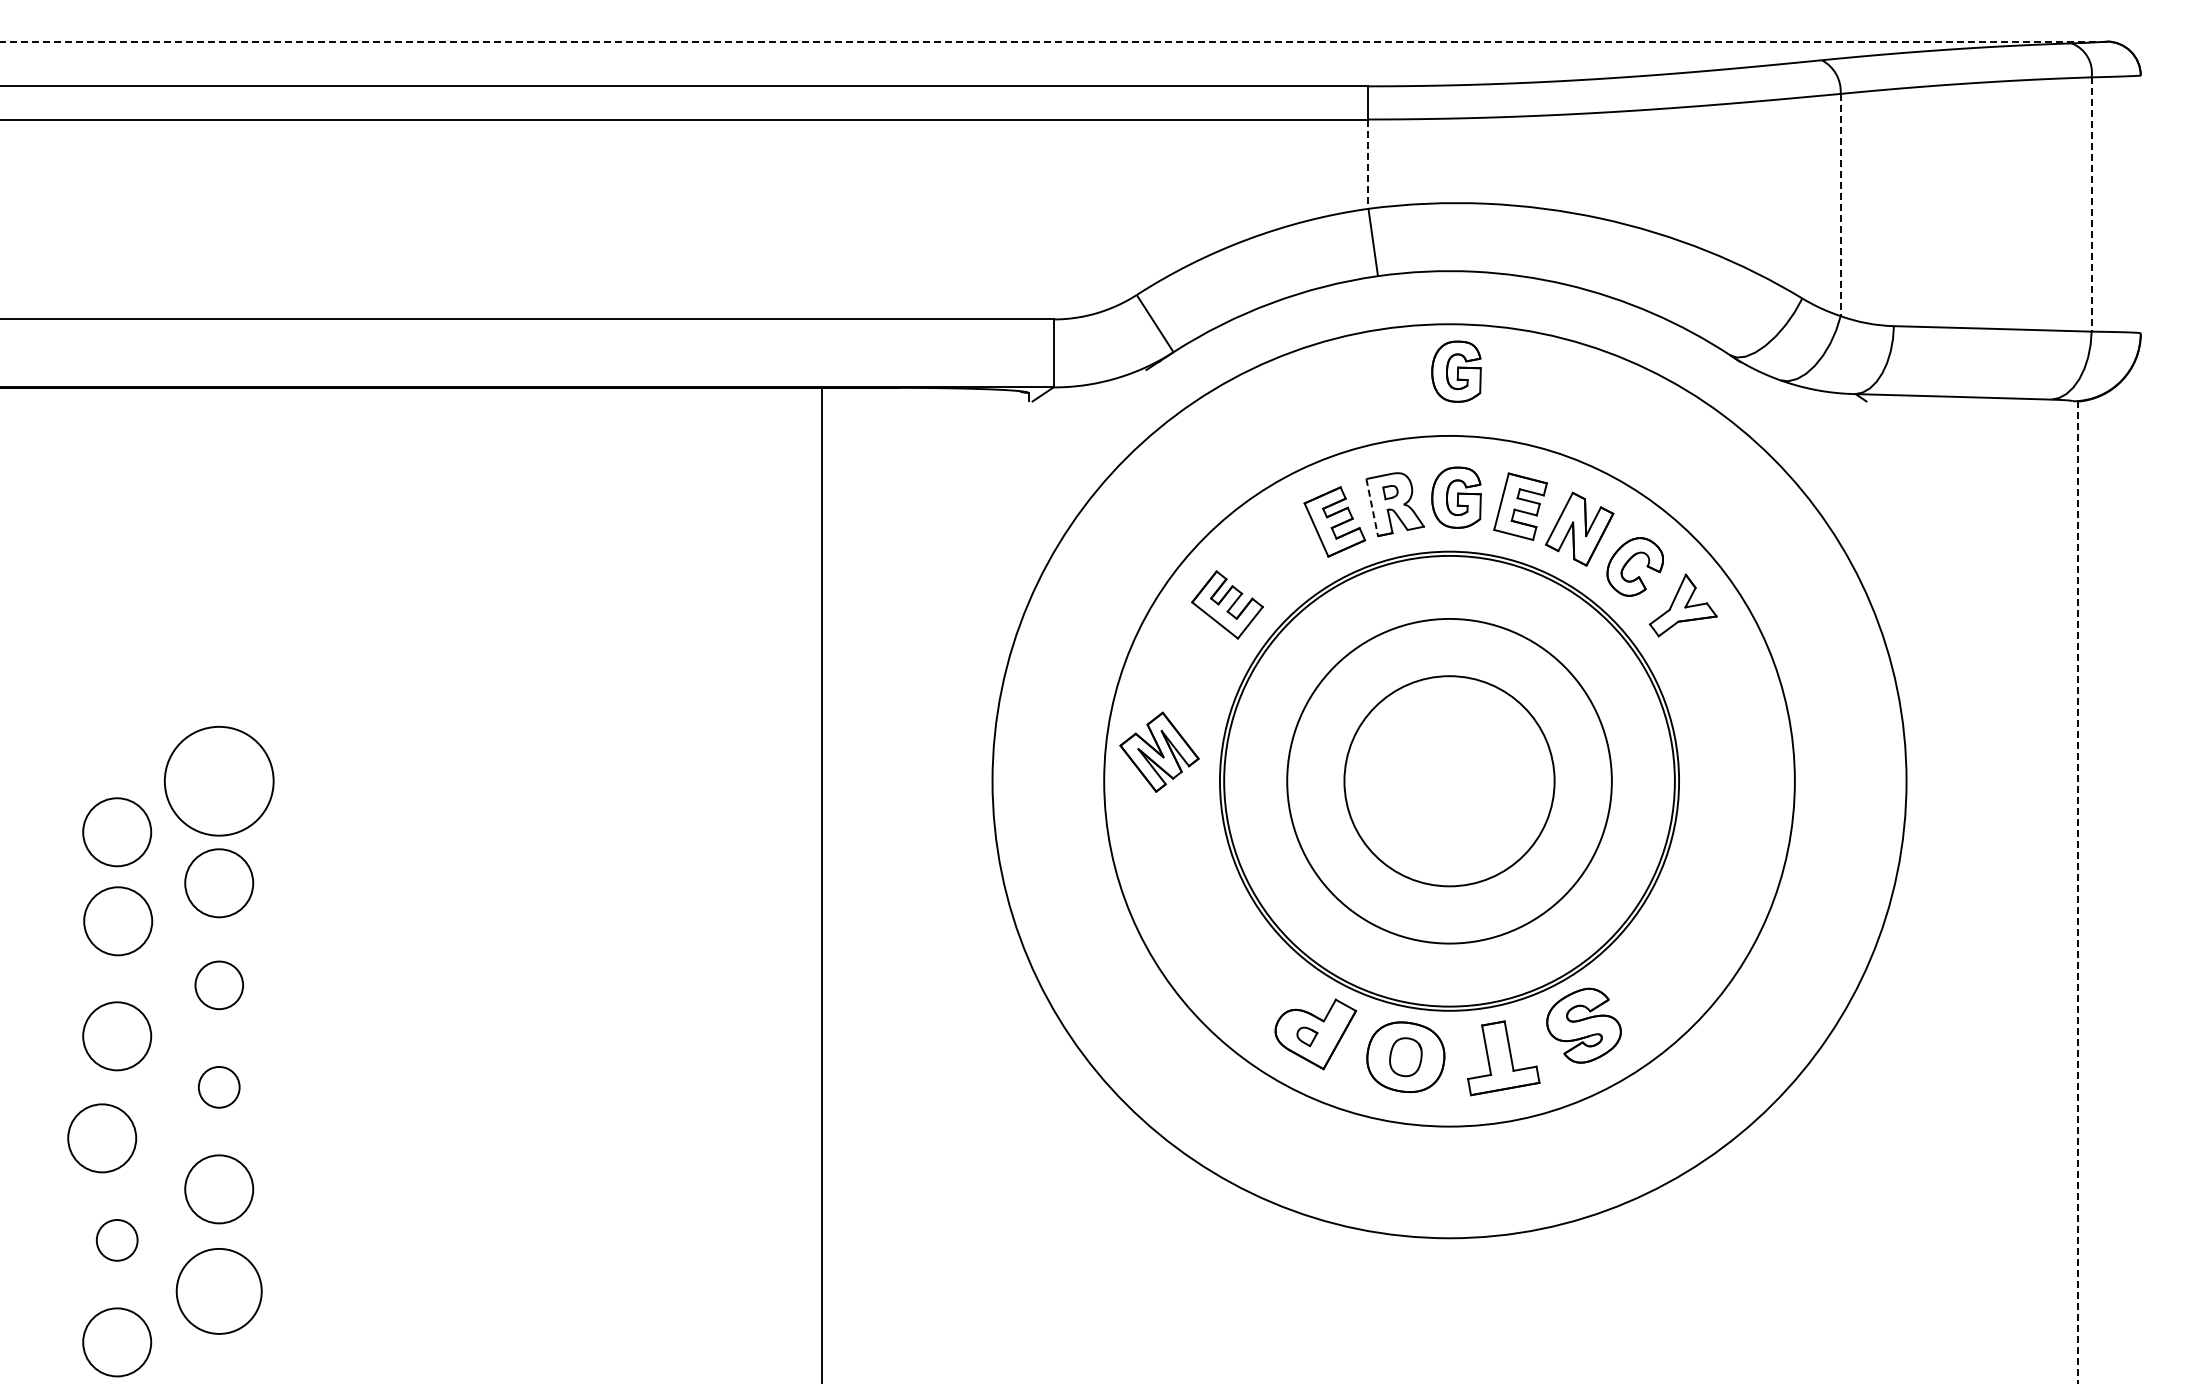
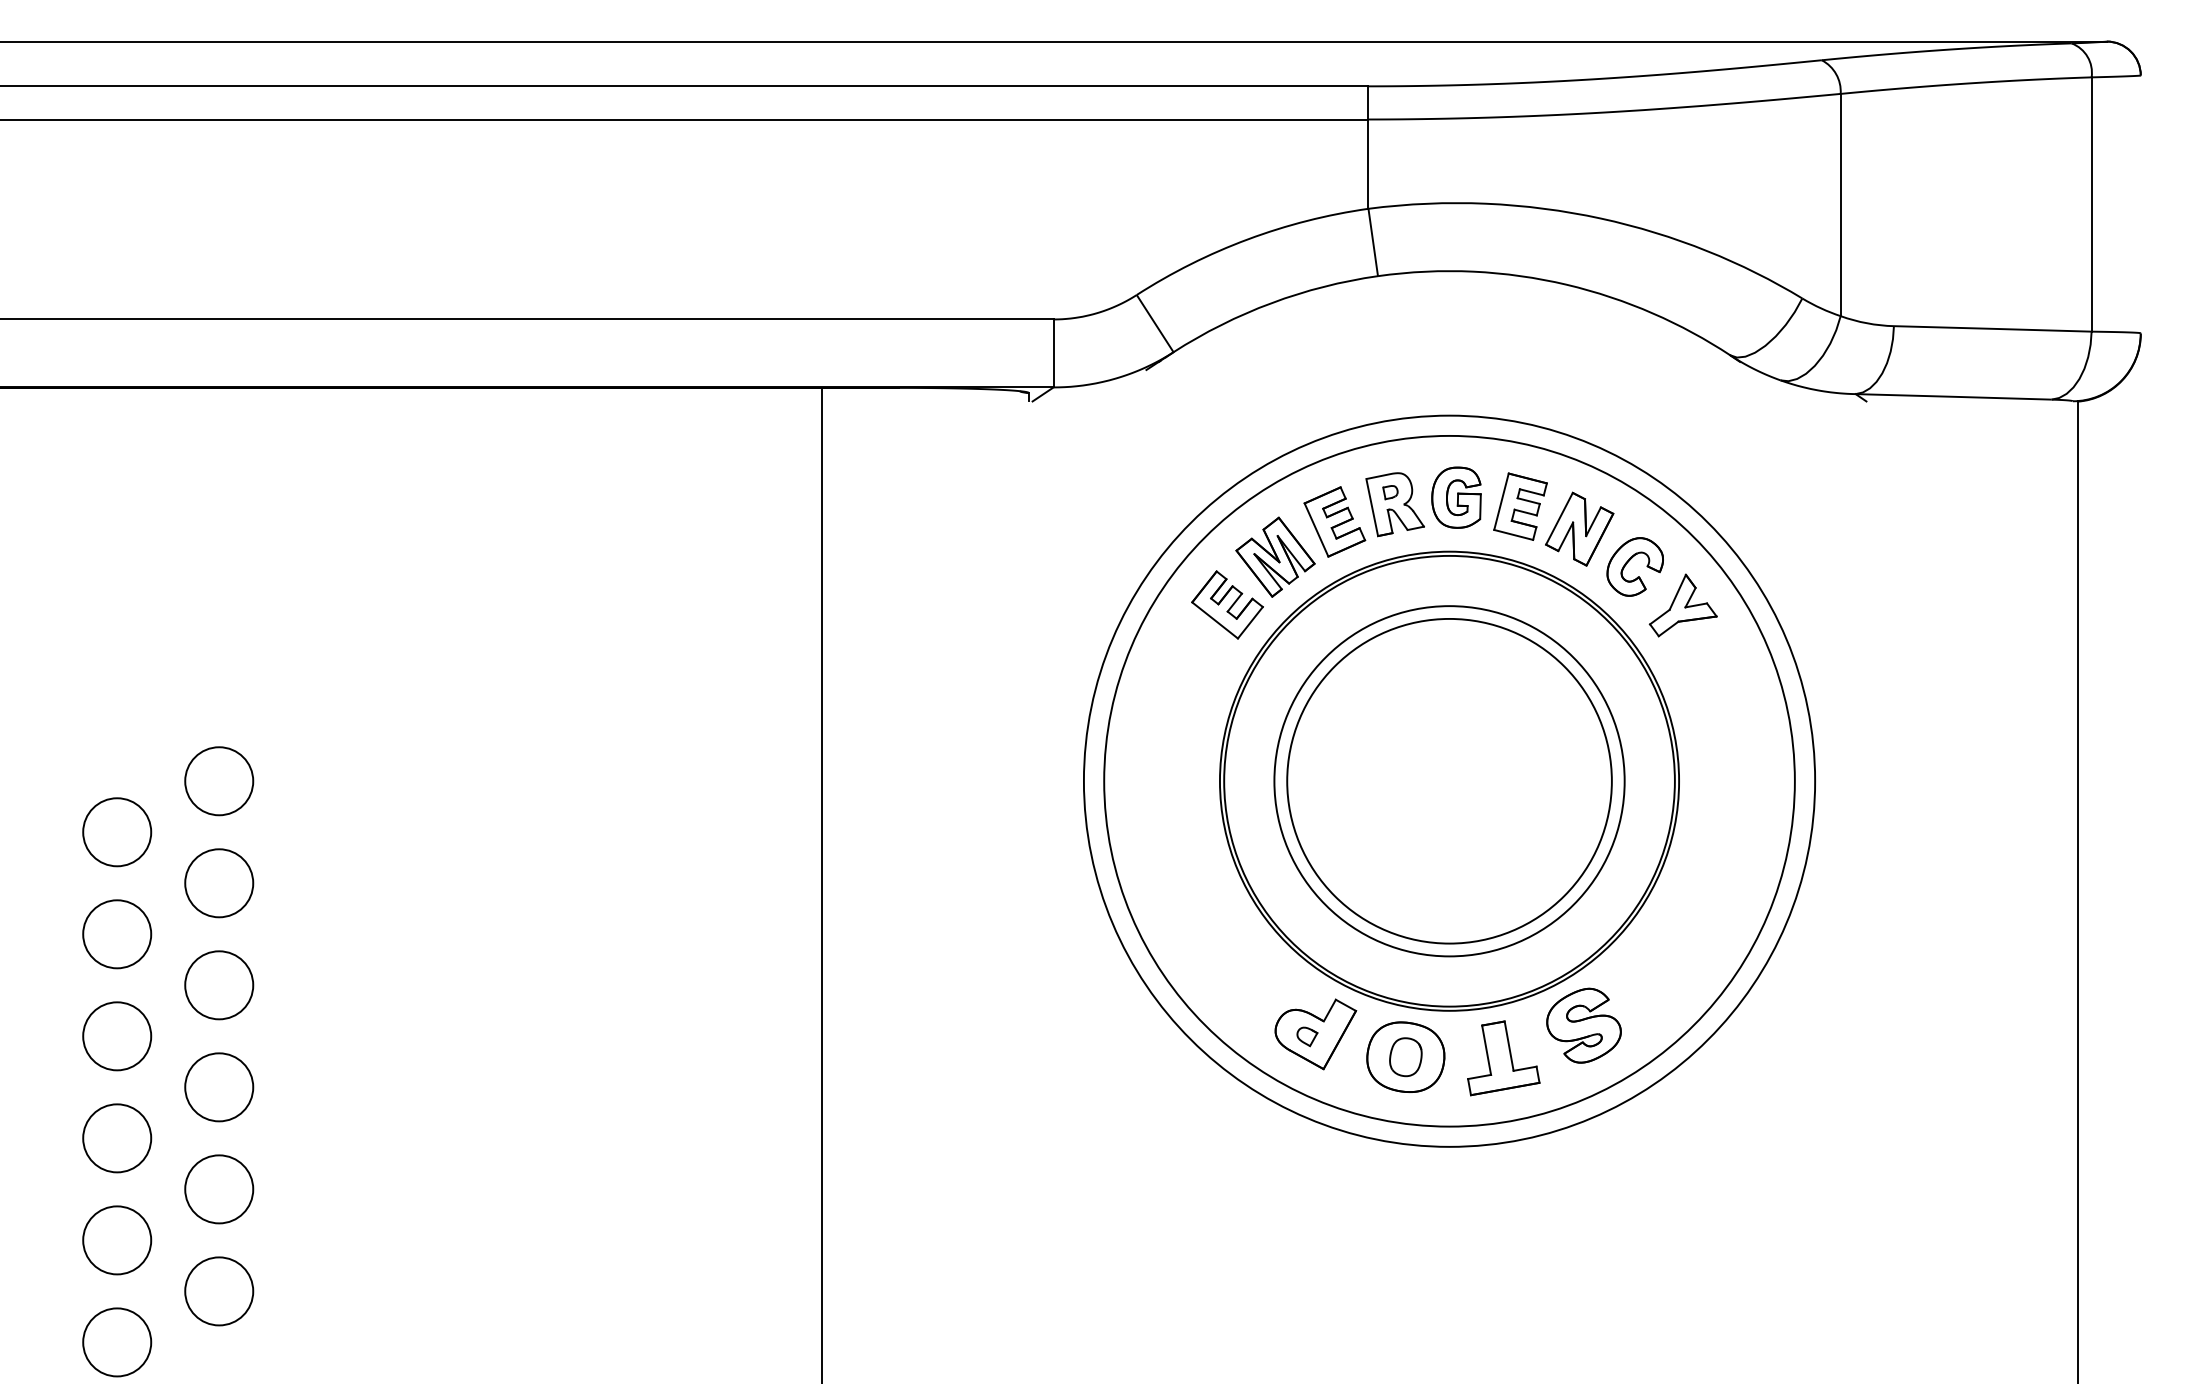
line at (1053, 41): dashed -> solid
line at (1368, 164): dashed -> solid
line at (1840, 205): dashed -> solid
line at (2091, 205): dashed -> solid
part at (1456, 371): present -> none
line at (1372, 508): dashed -> solid
part at (1159, 751) position: (1159, 751) -> (1275, 556)
circle at (218, 780) diameter: 109 px -> 68 px
circle at (1449, 781) diameter: 210 px -> 350 px
circle at (1449, 781) diameter: 914 px -> 731 px
line at (2077, 892): dashed -> solid
circle at (118, 921) position: (118, 921) -> (117, 934)
circle at (218, 985) size: 50x51 px -> 71x71 px
circle at (218, 1086) diameter: 41 px -> 68 px
circle at (102, 1138) position: (102, 1138) -> (117, 1138)
circle at (116, 1239) diameter: 41 px -> 68 px
circle at (218, 1290) diameter: 85 px -> 68 px
